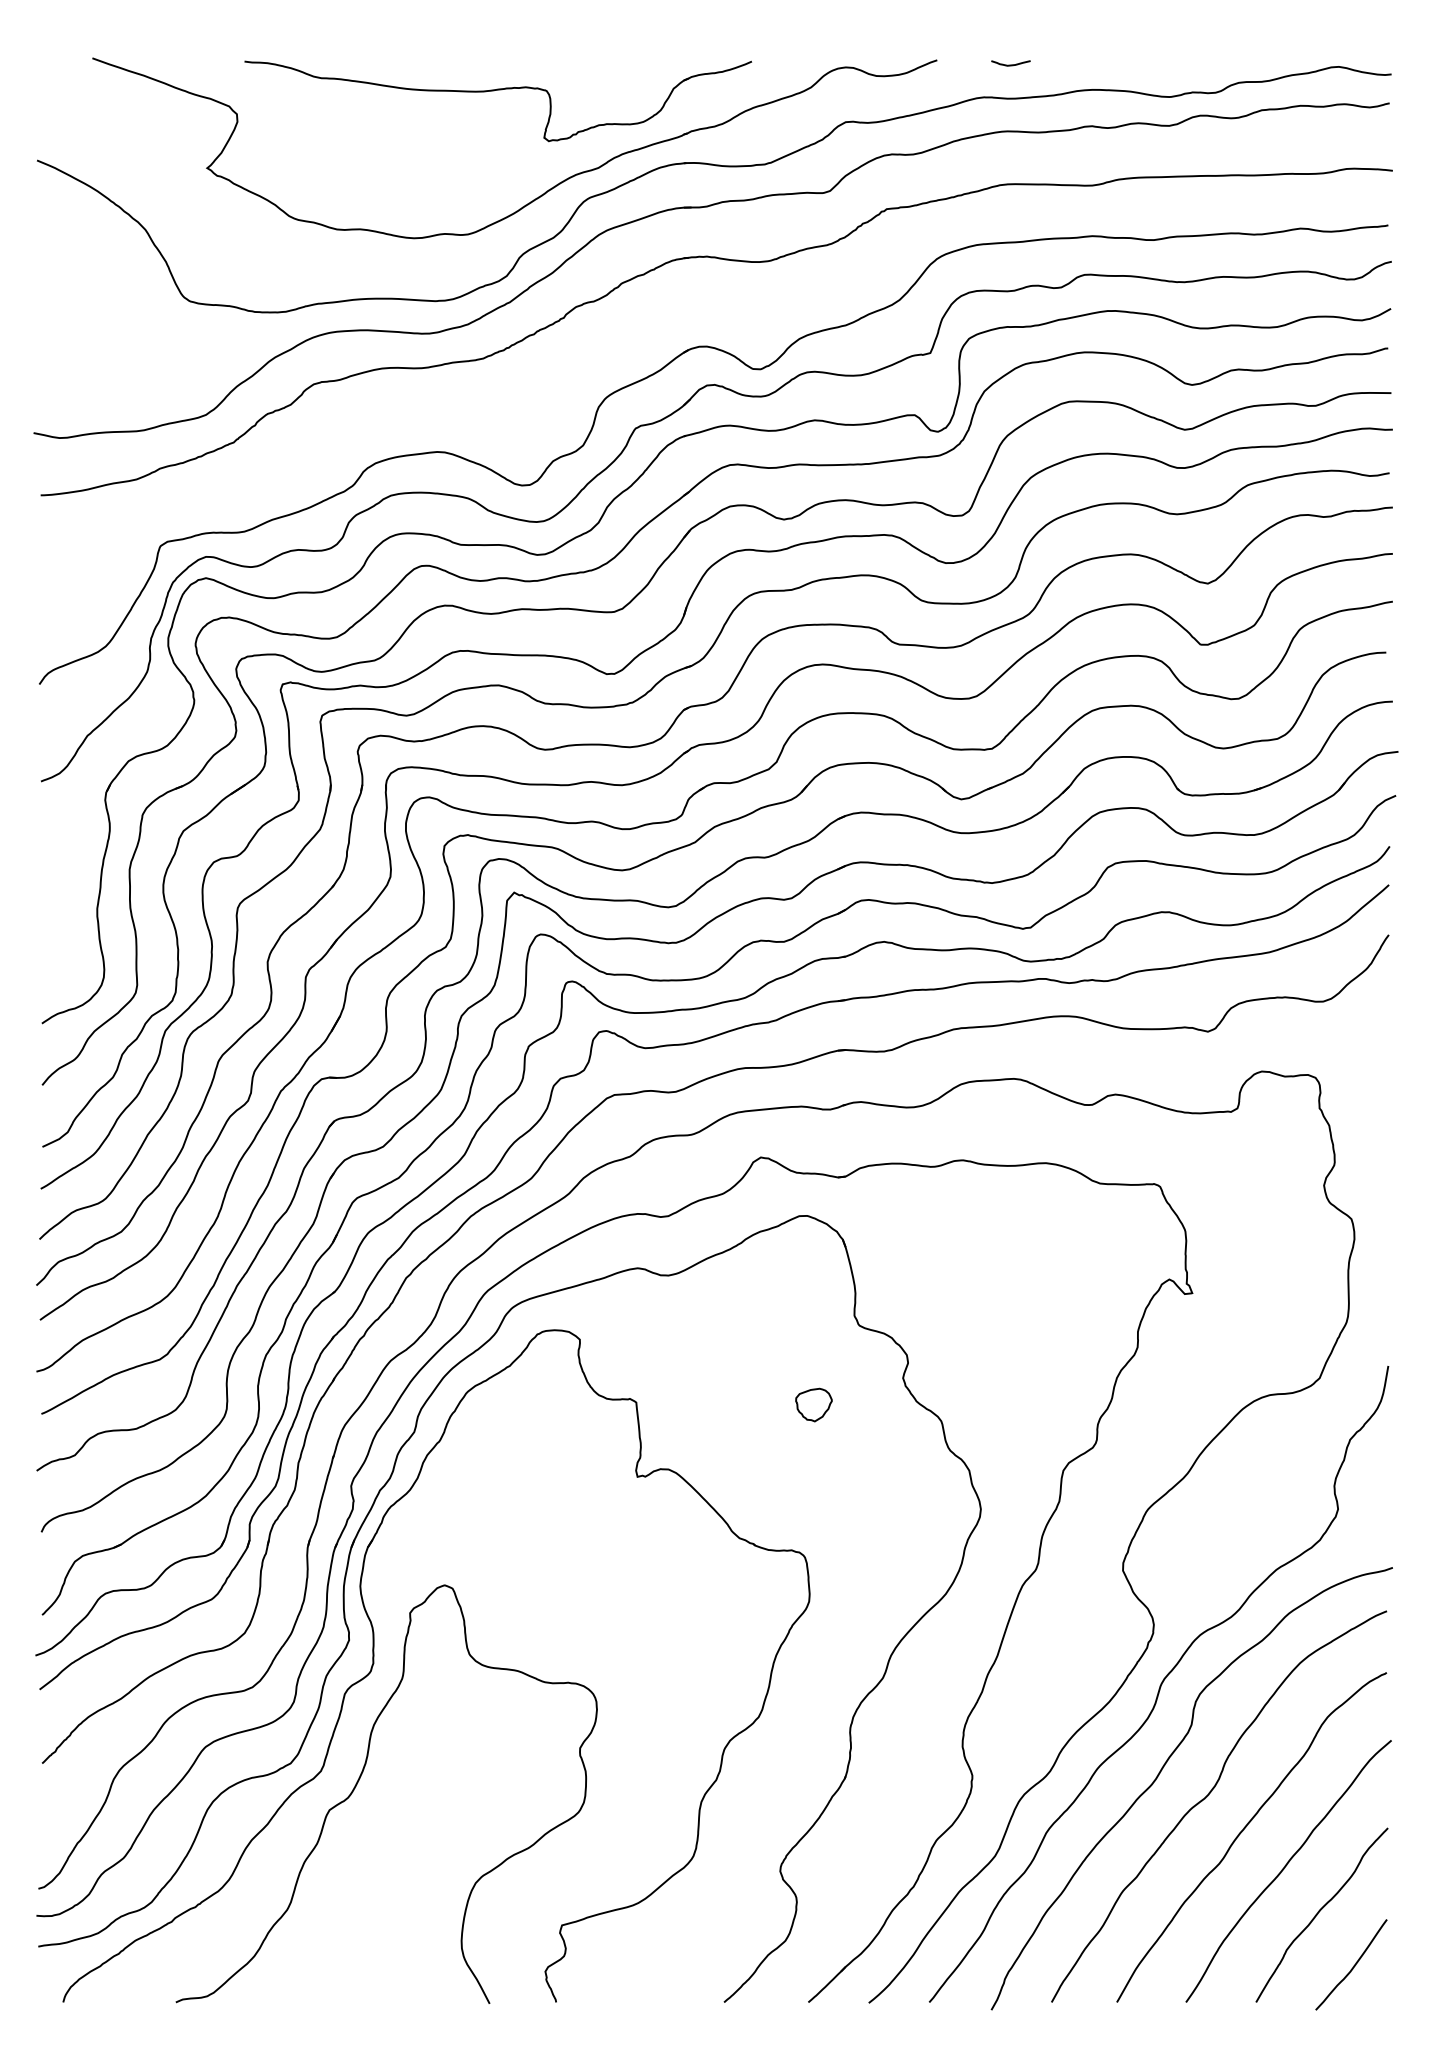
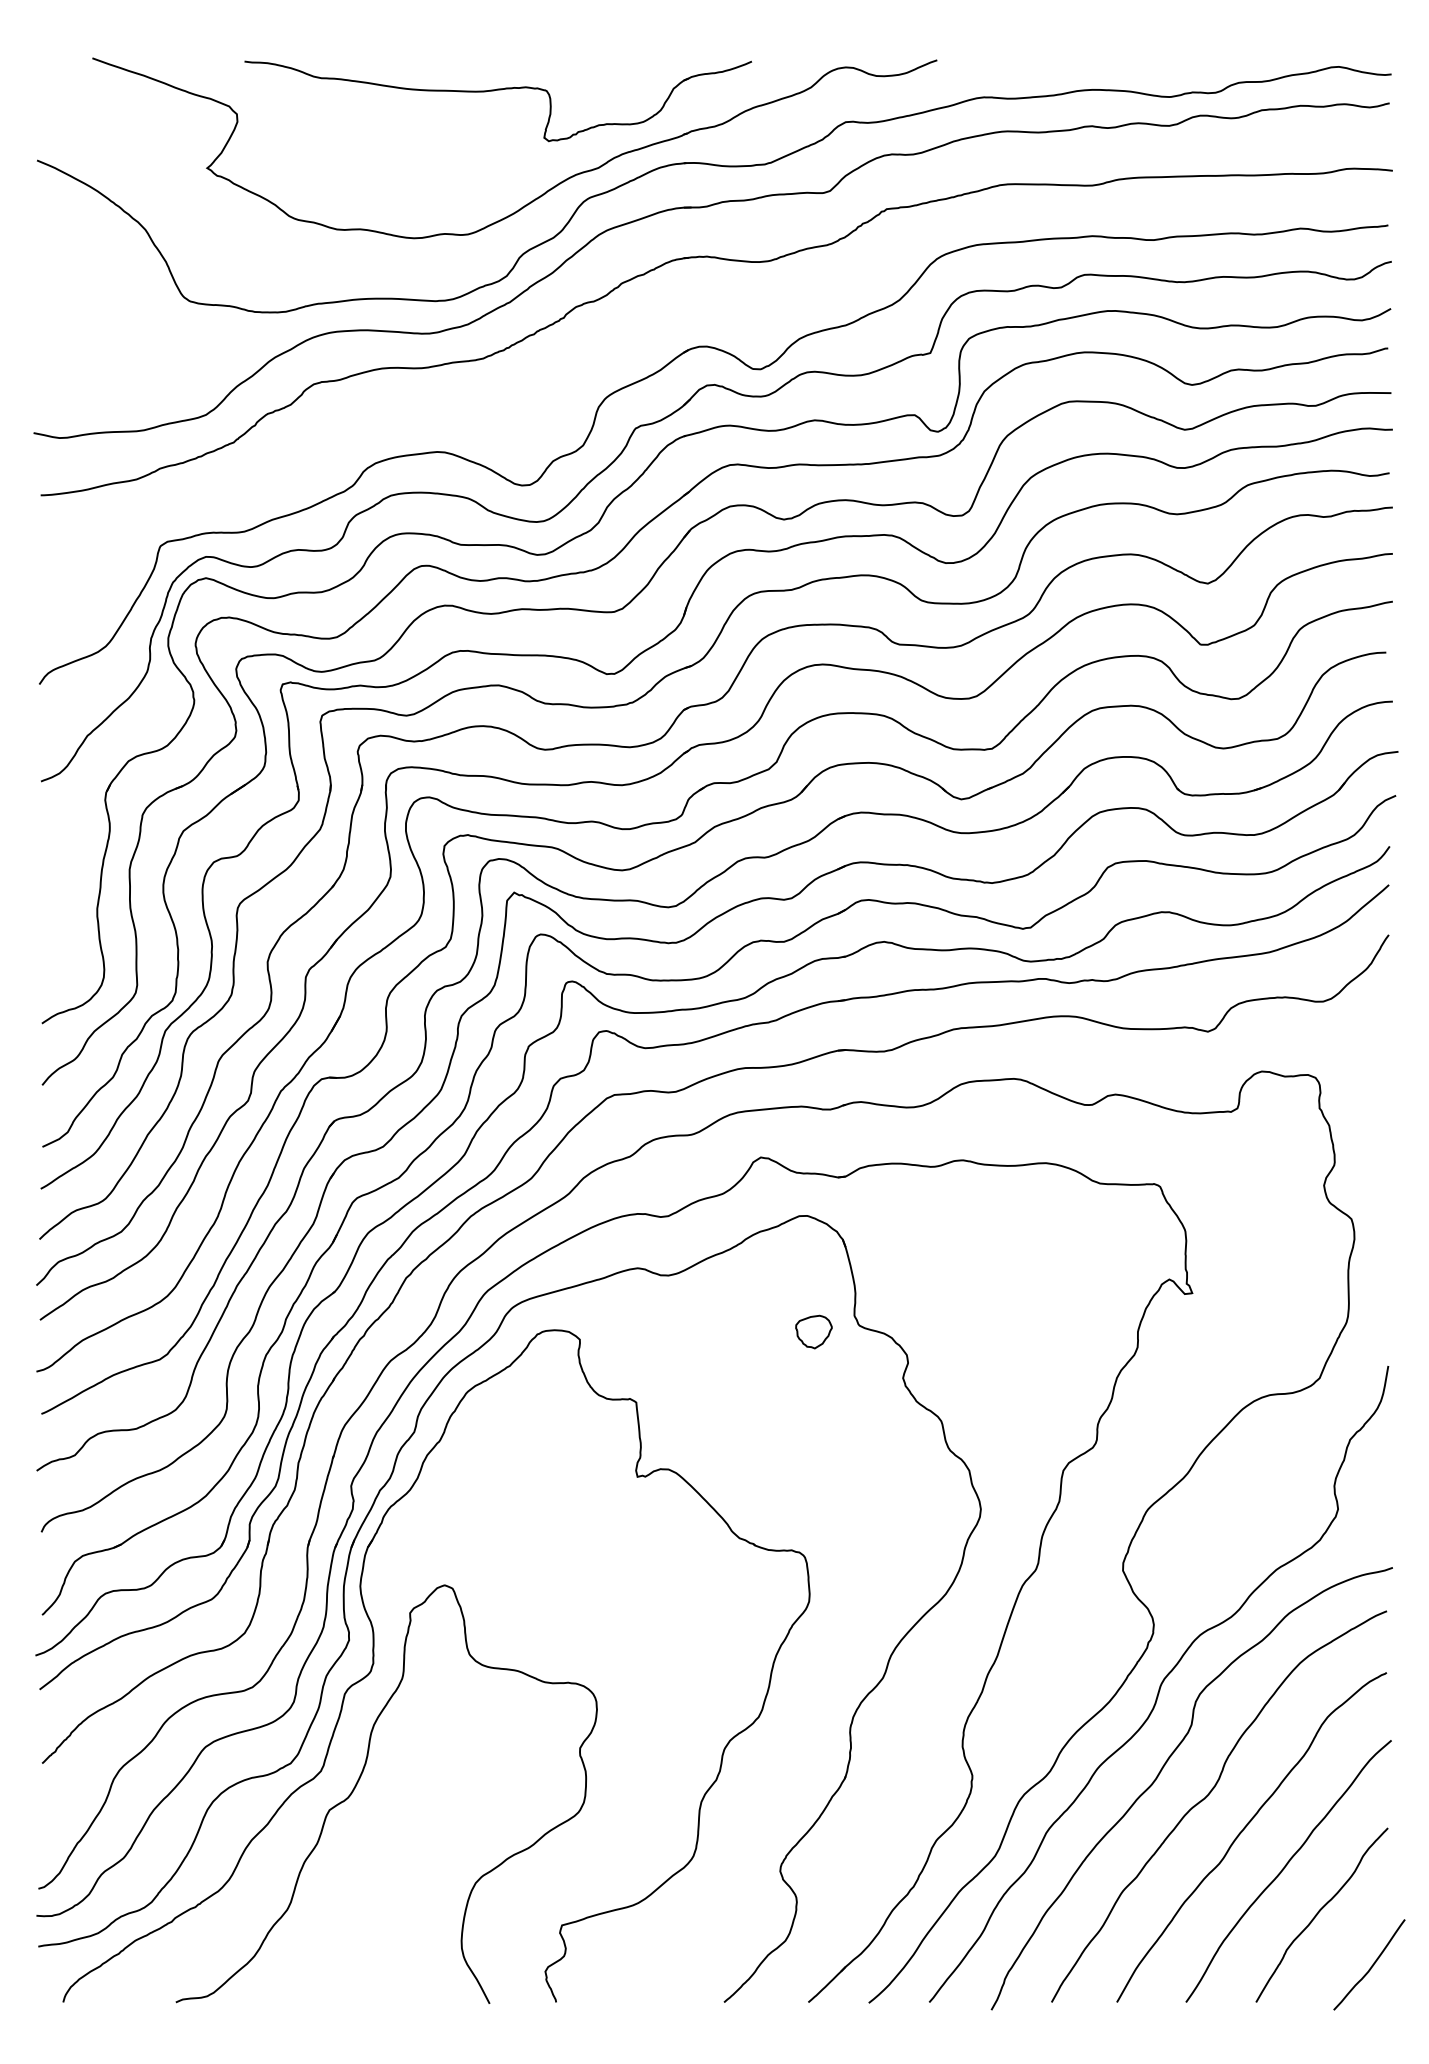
curve at (1010, 64): present -> none
part at (813, 1404) position: (813, 1404) -> (813, 1331)
curve at (1353, 1965) position: (1353, 1965) -> (1371, 1965)
